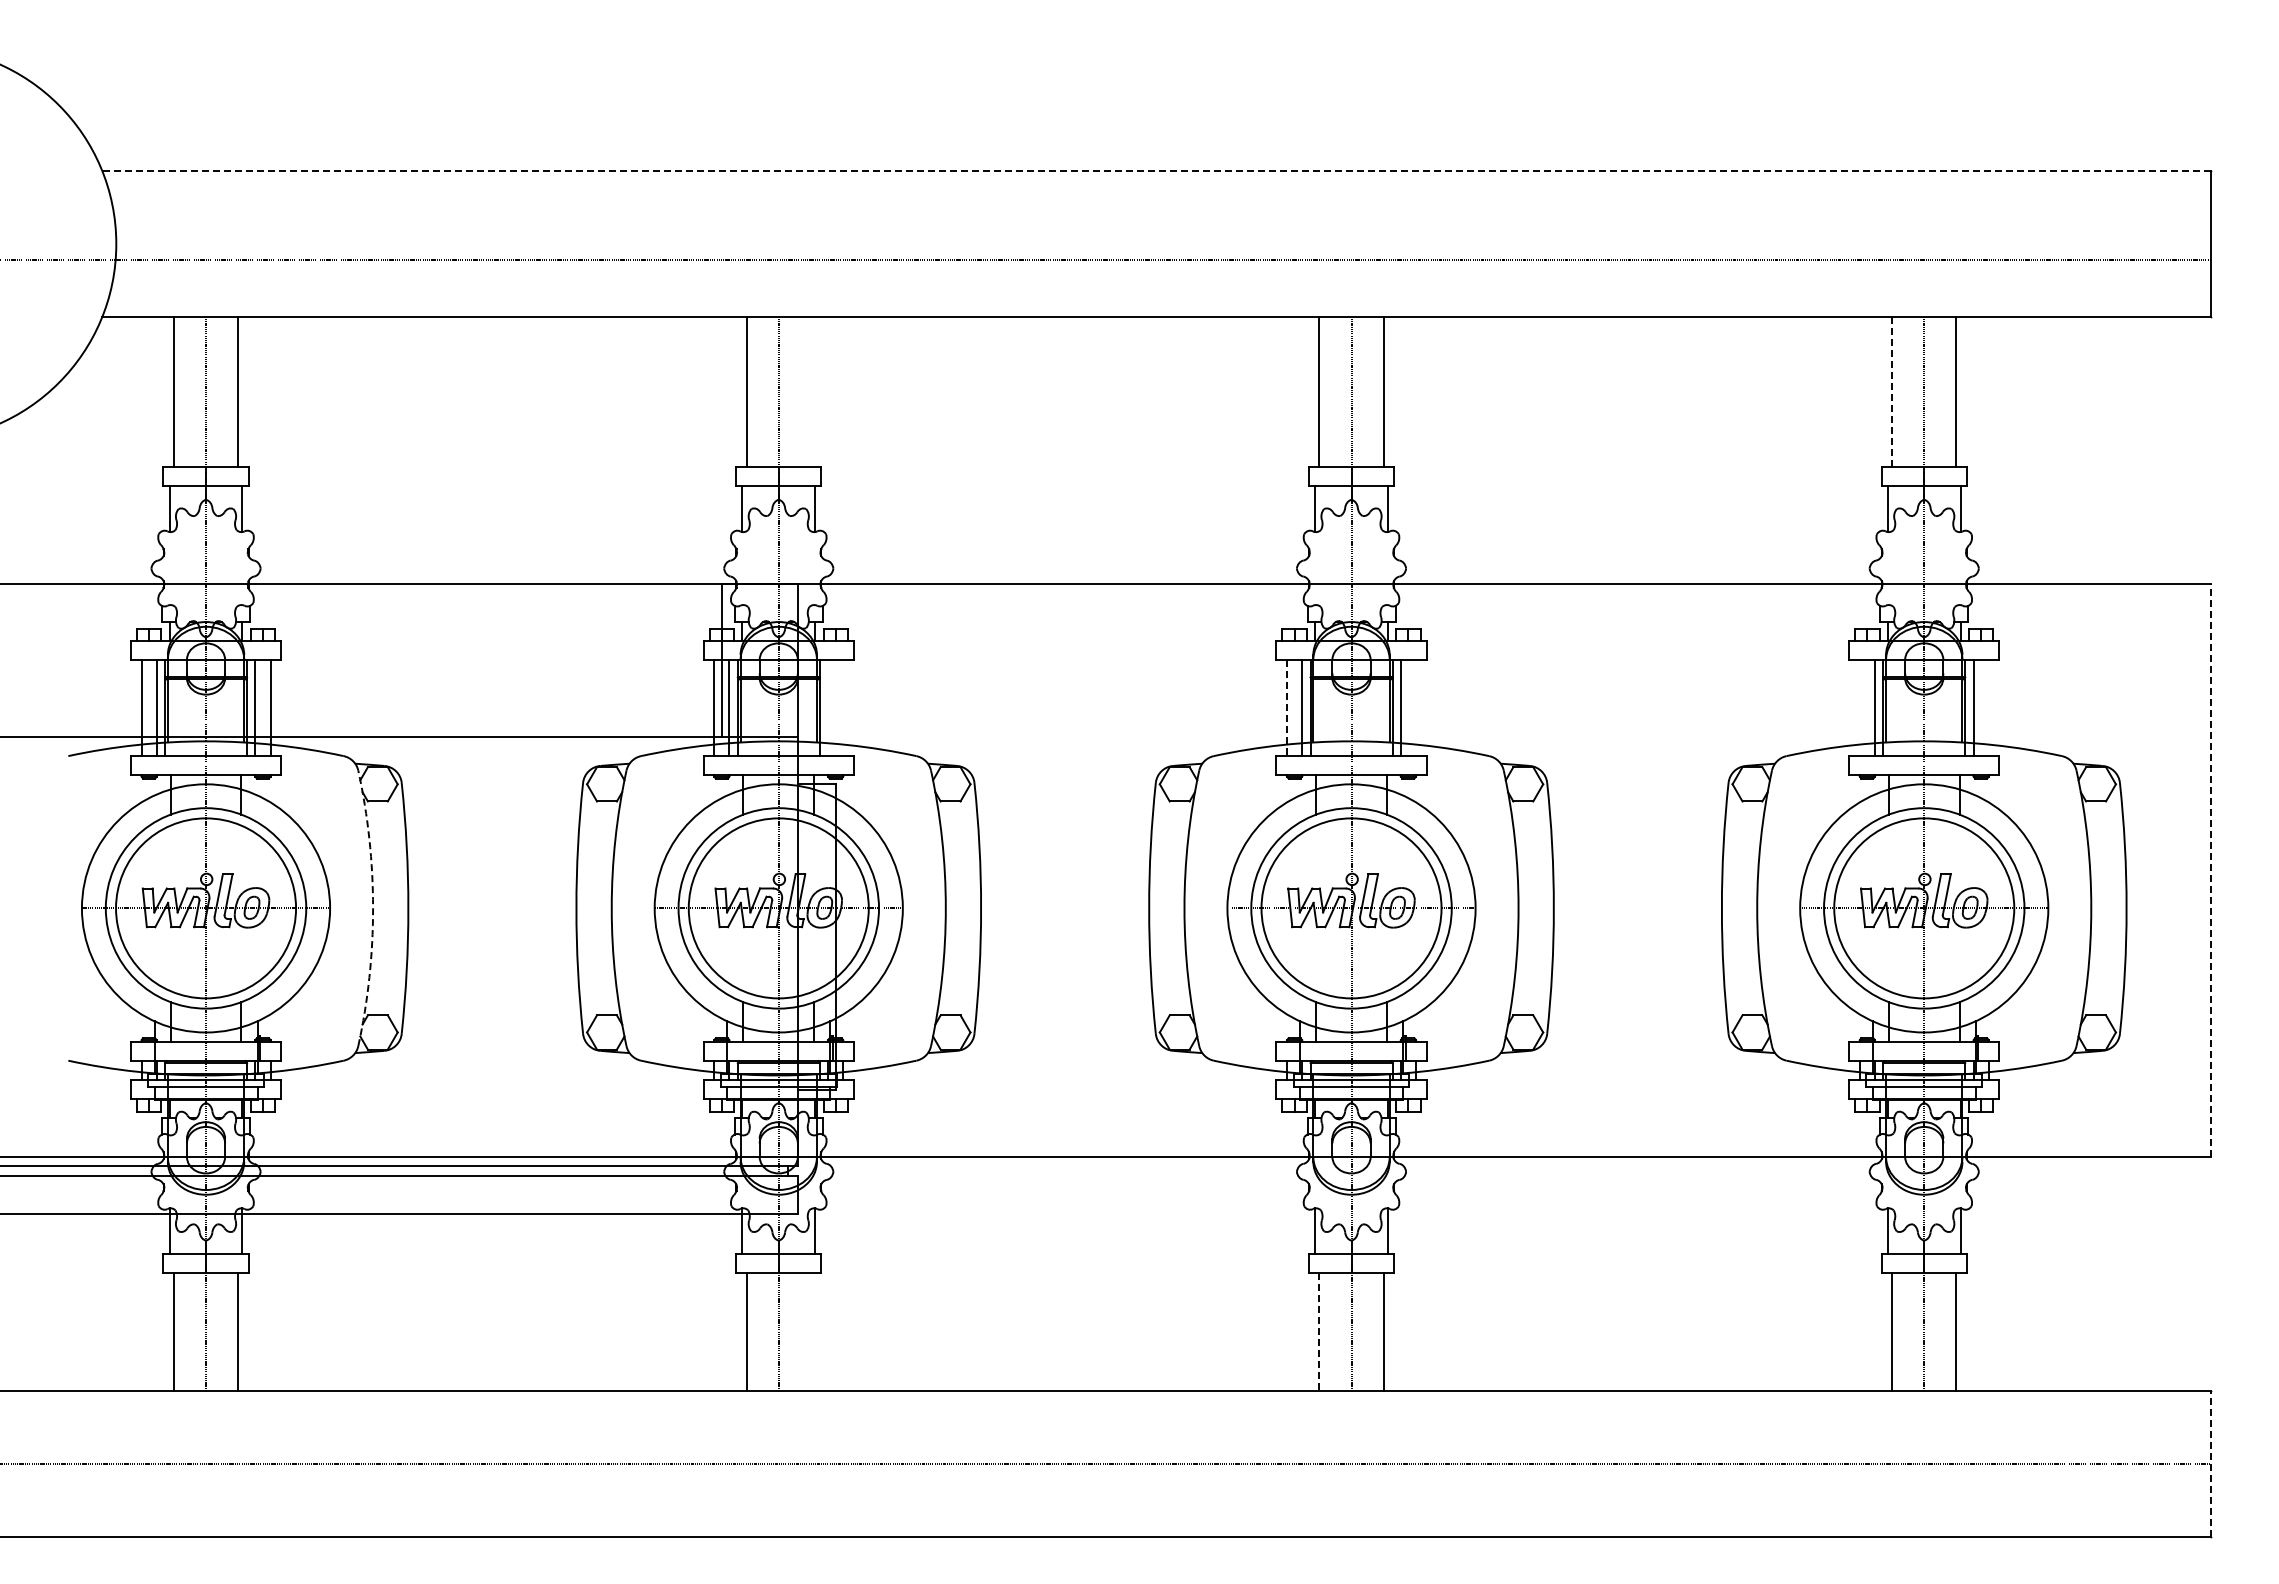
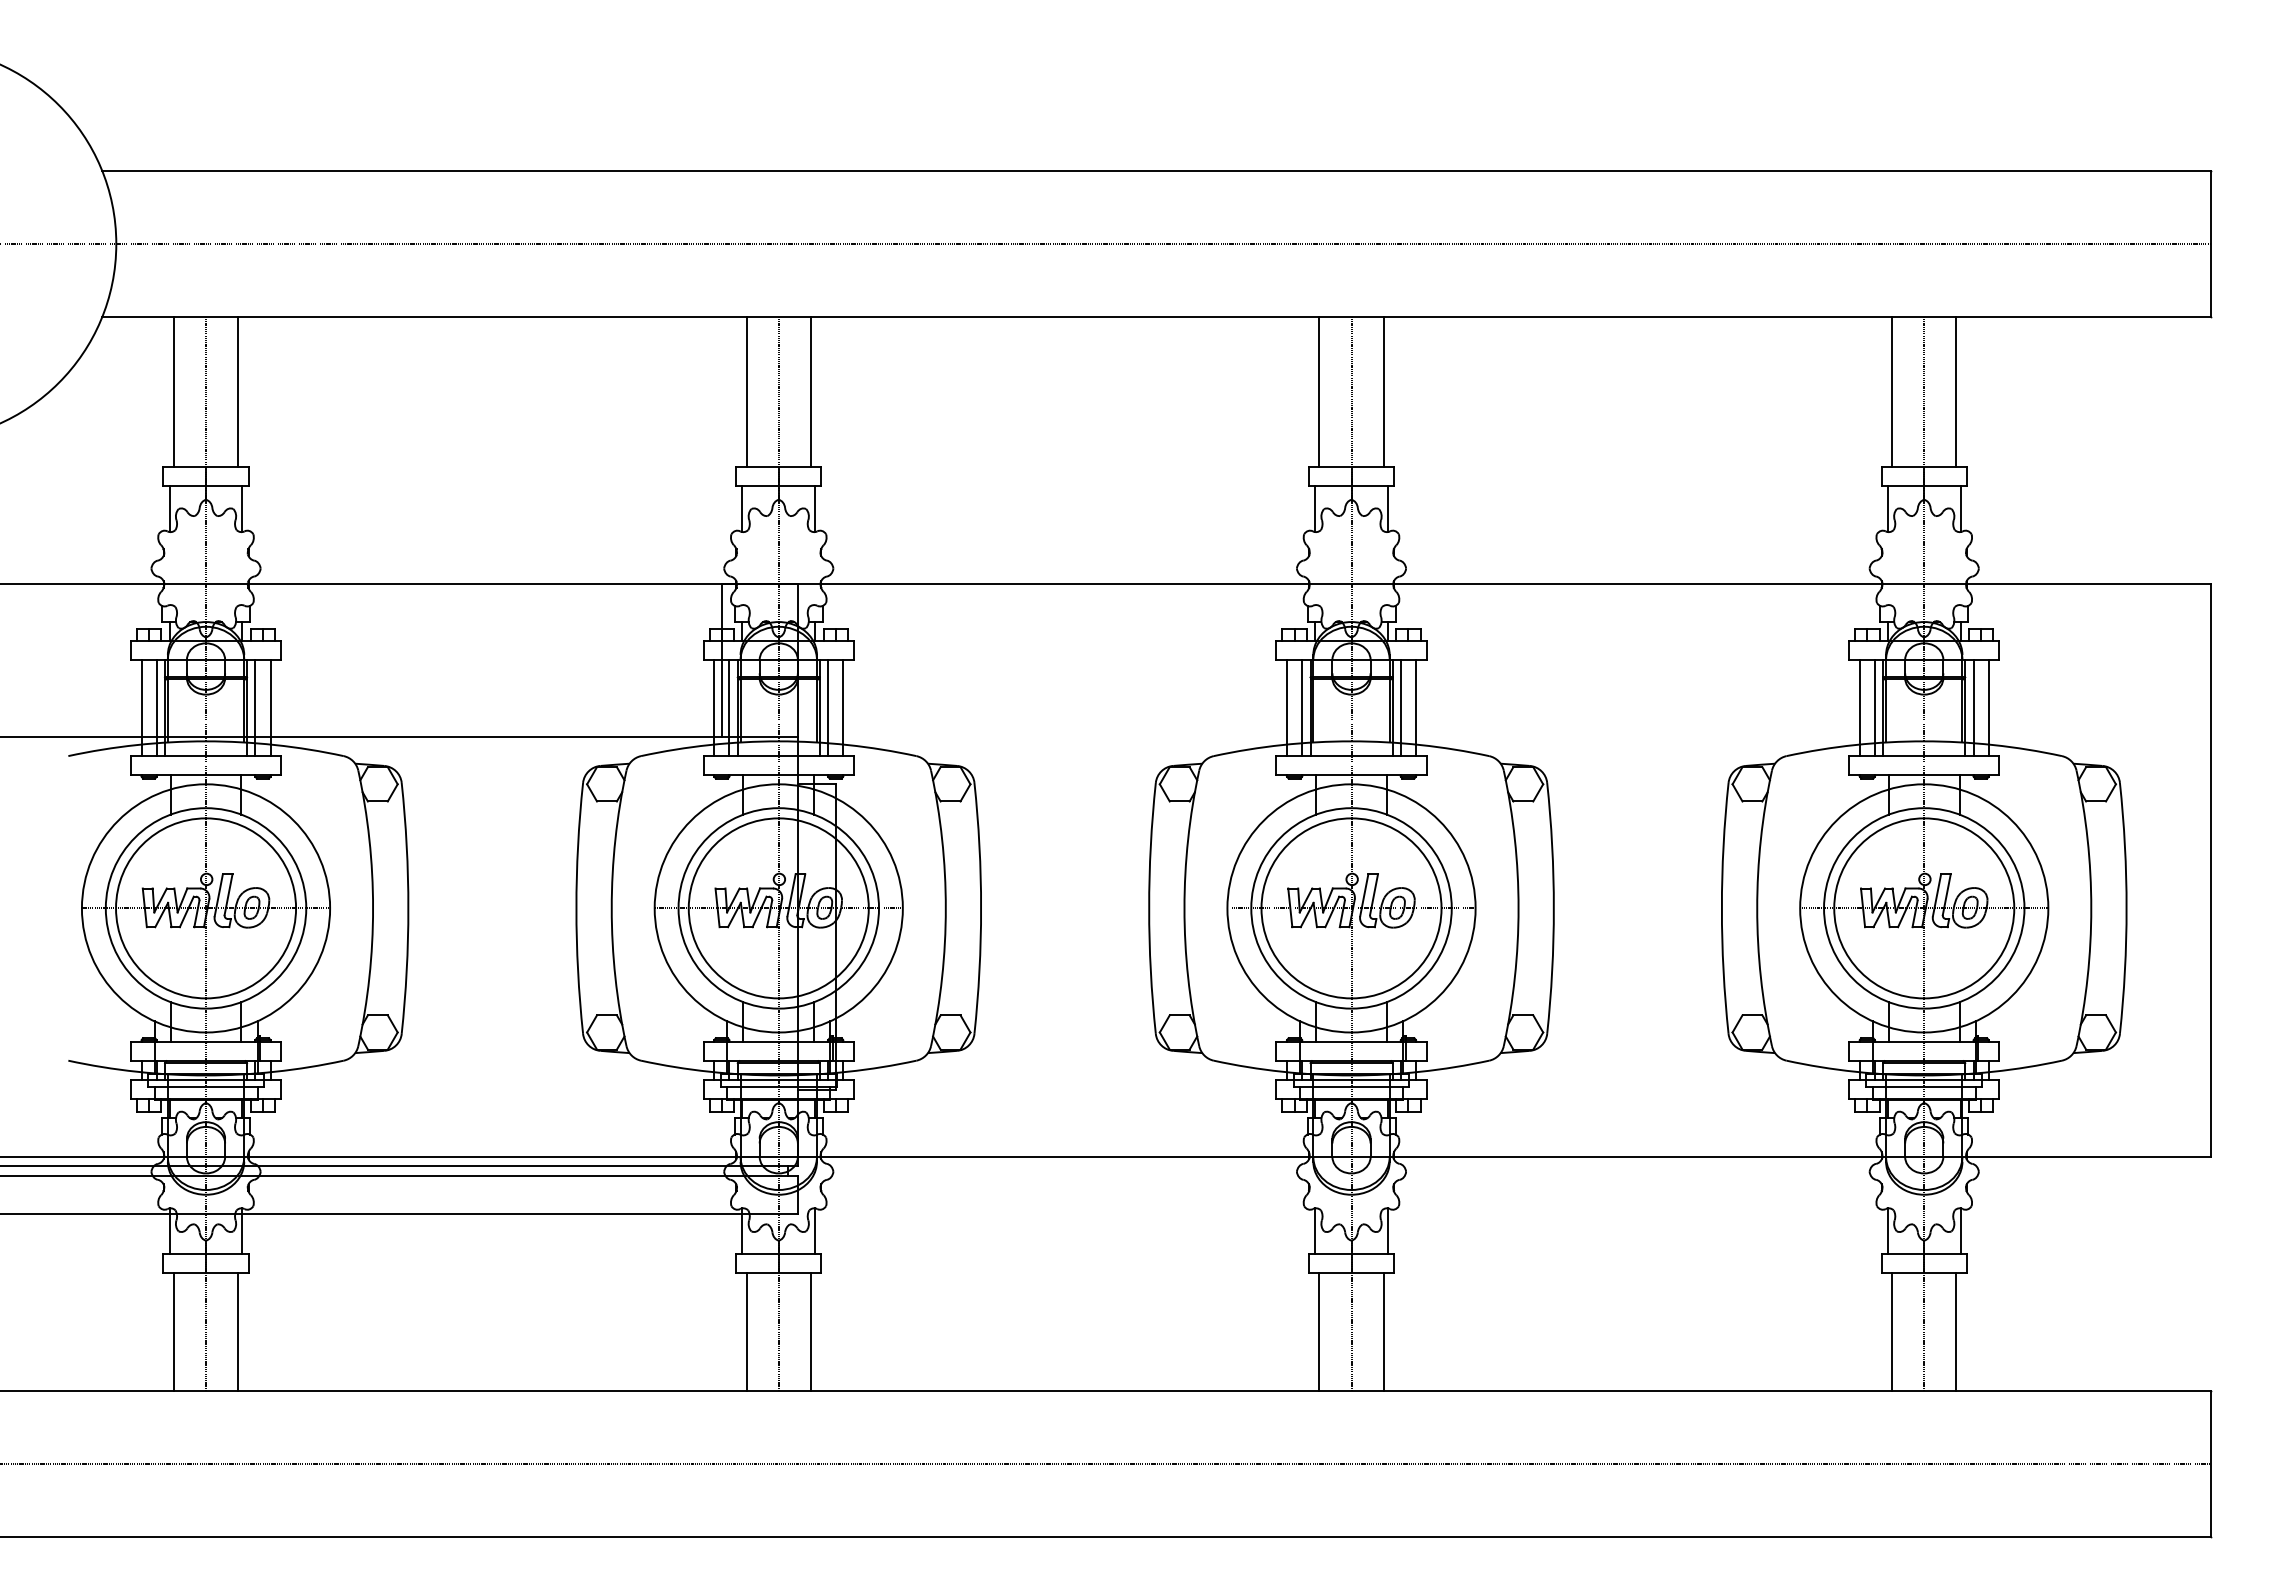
line at (1156, 171): dashed -> solid
line at (1106, 260) position: (1106, 260) -> (1106, 244)
line at (810, 391): none -> present
line at (1892, 391): dashed -> solid
line at (828, 707): none -> present
line at (843, 707): none -> present
line at (1287, 707): dashed -> solid
line at (1416, 707): none -> present
line at (1859, 707): none -> present
line at (1988, 707): none -> present
line at (2210, 869): dashed -> solid
arc at (373, 908): dashed -> solid
line at (810, 1332): none -> present
line at (1319, 1332): dashed -> solid
line at (2210, 1463): dashed -> solid
